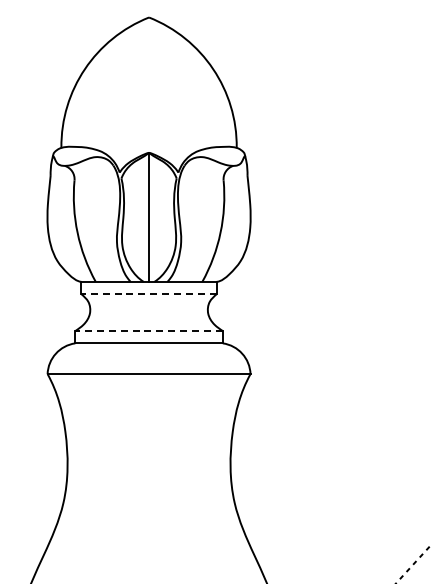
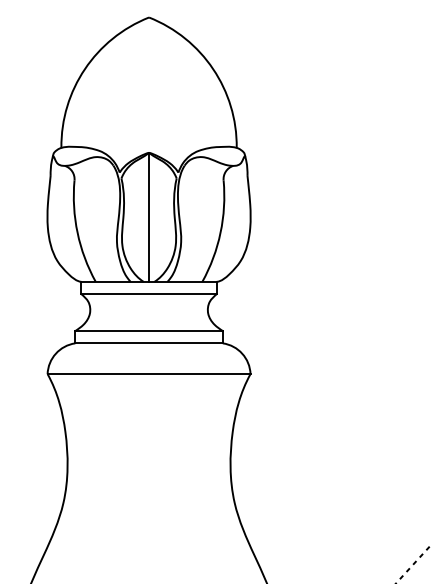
line at (149, 294): dashed -> solid
line at (149, 331): dashed -> solid
